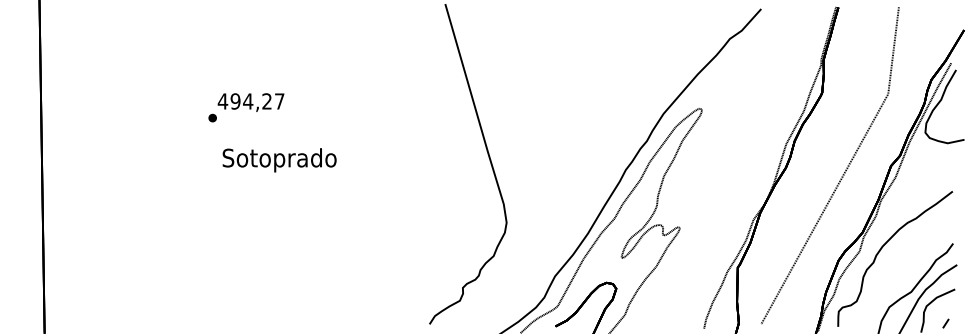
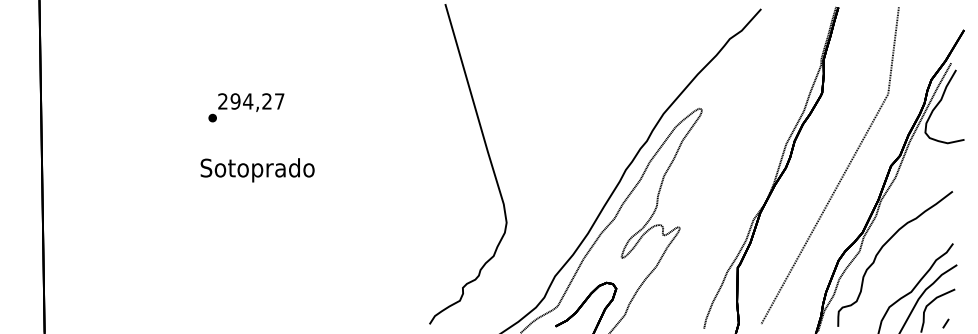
text at (222, 101): 494,27 -> 294,27
text at (279, 160) position: (279, 160) -> (257, 170)
